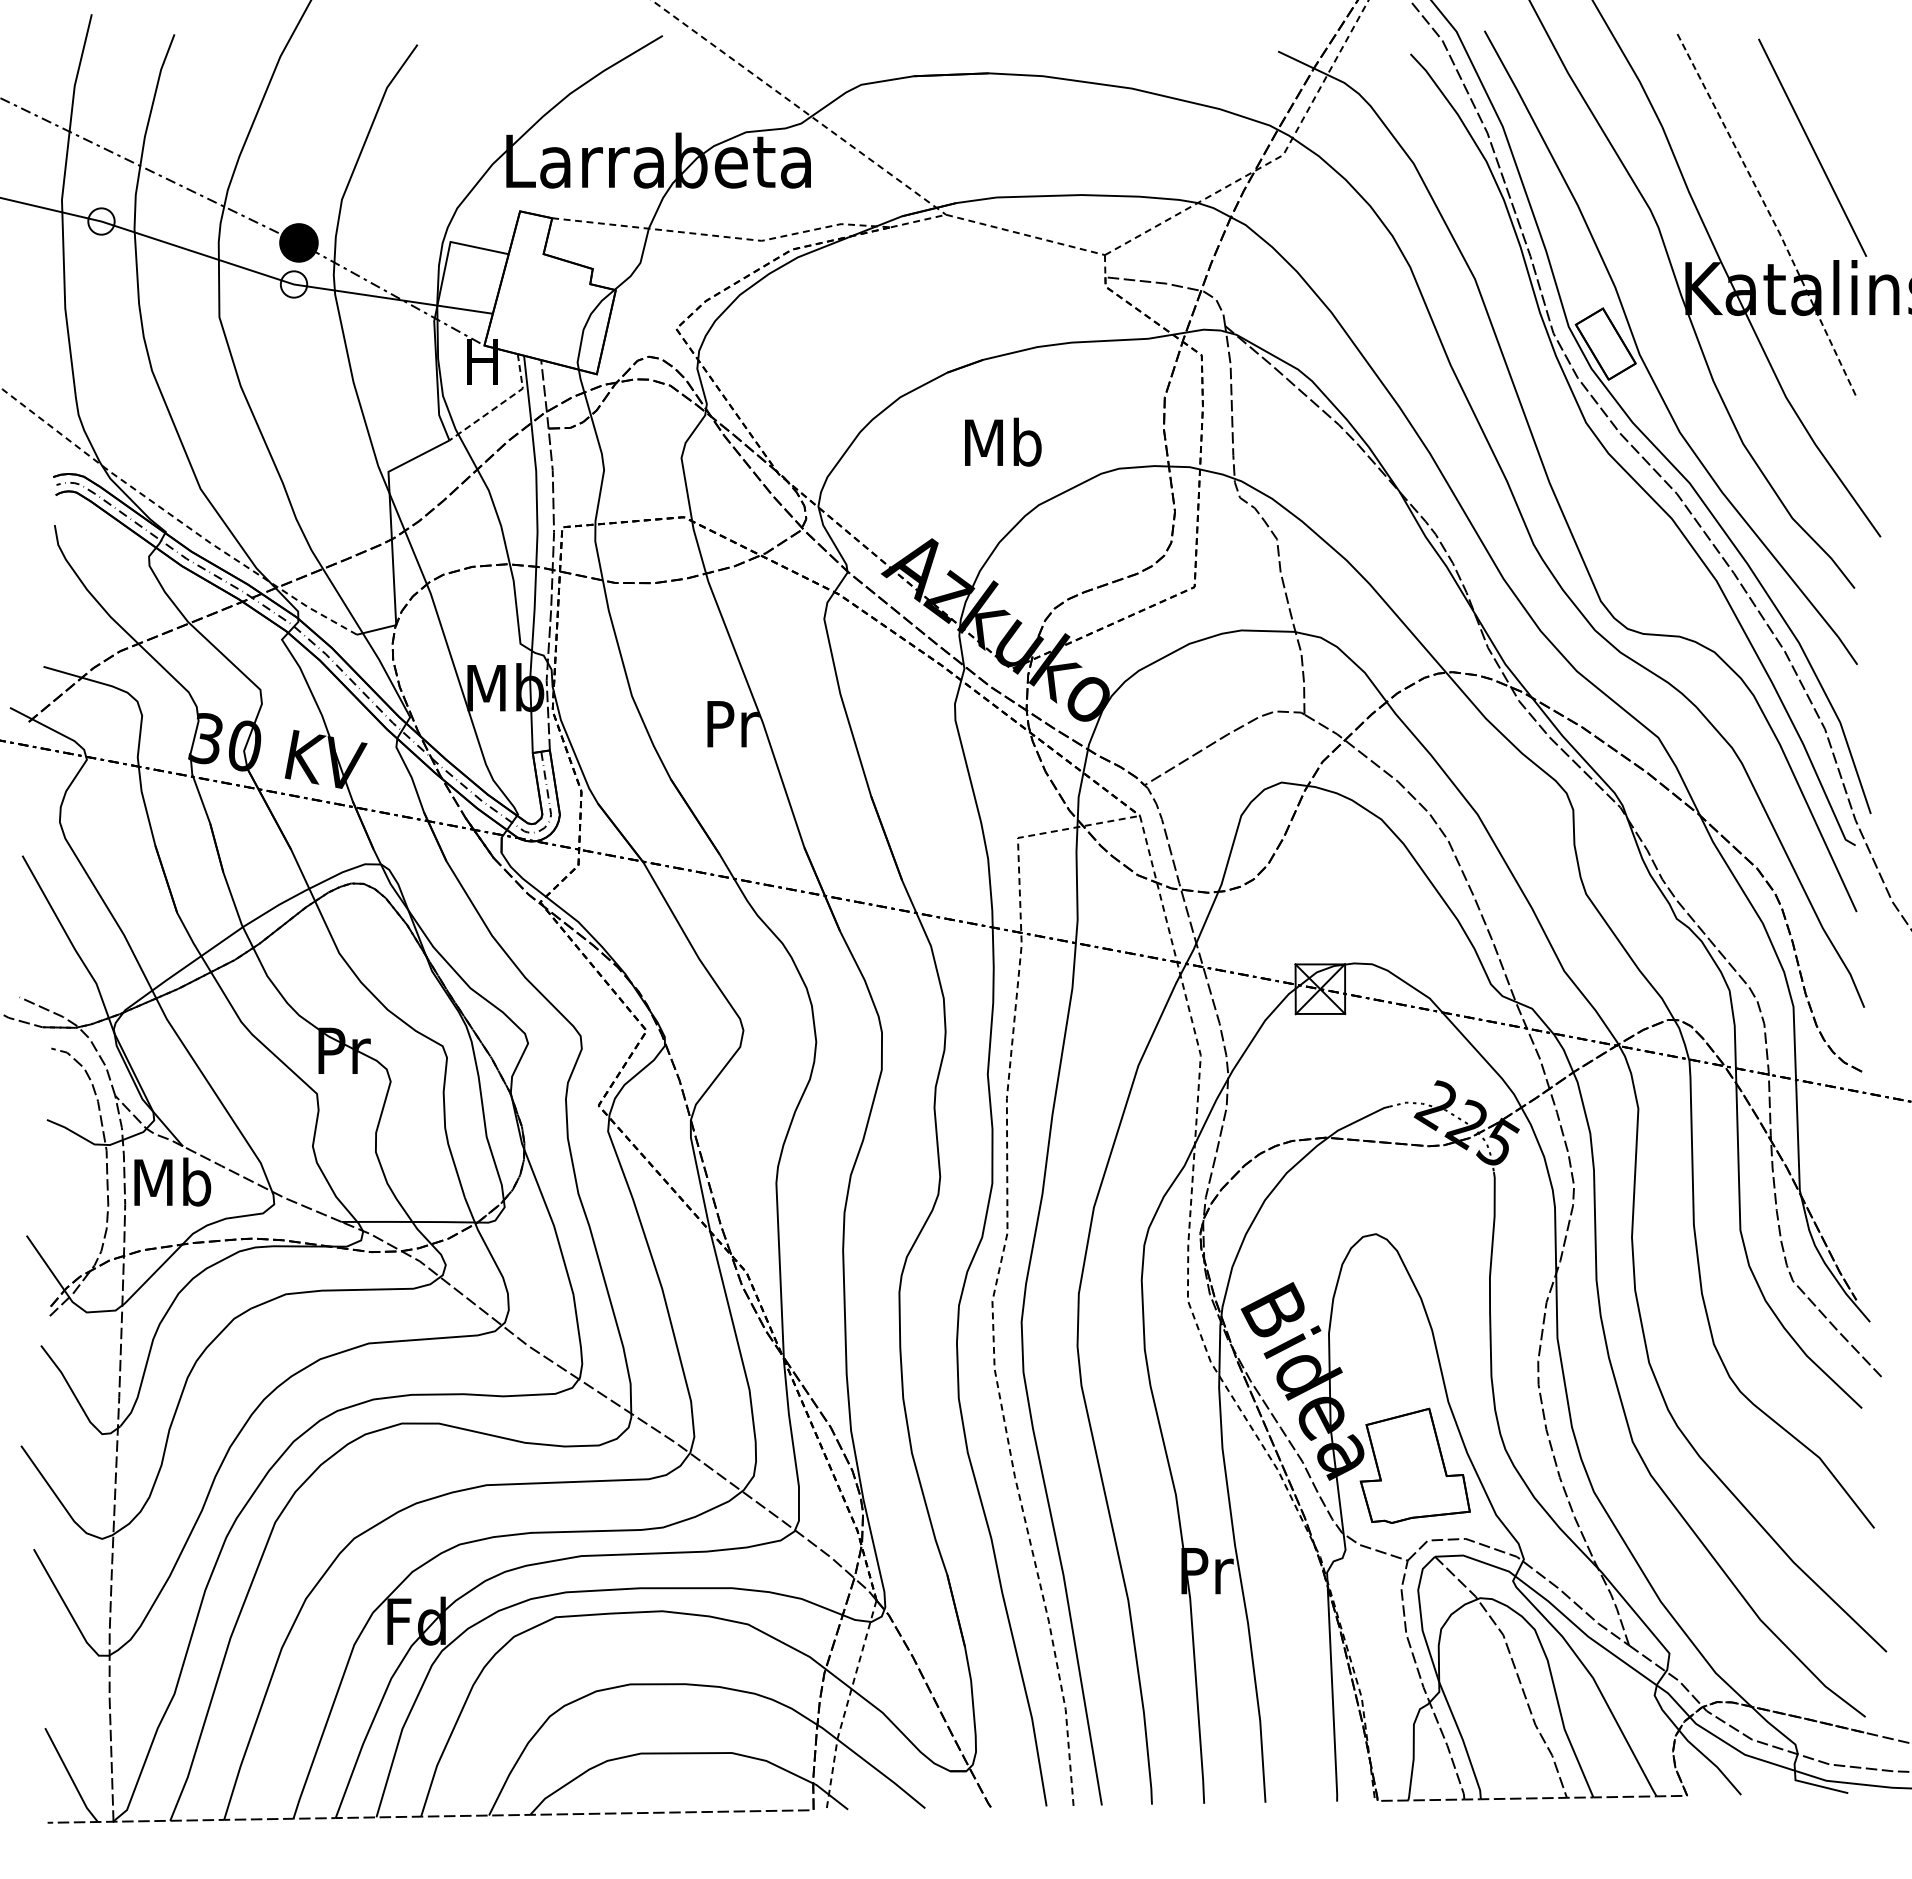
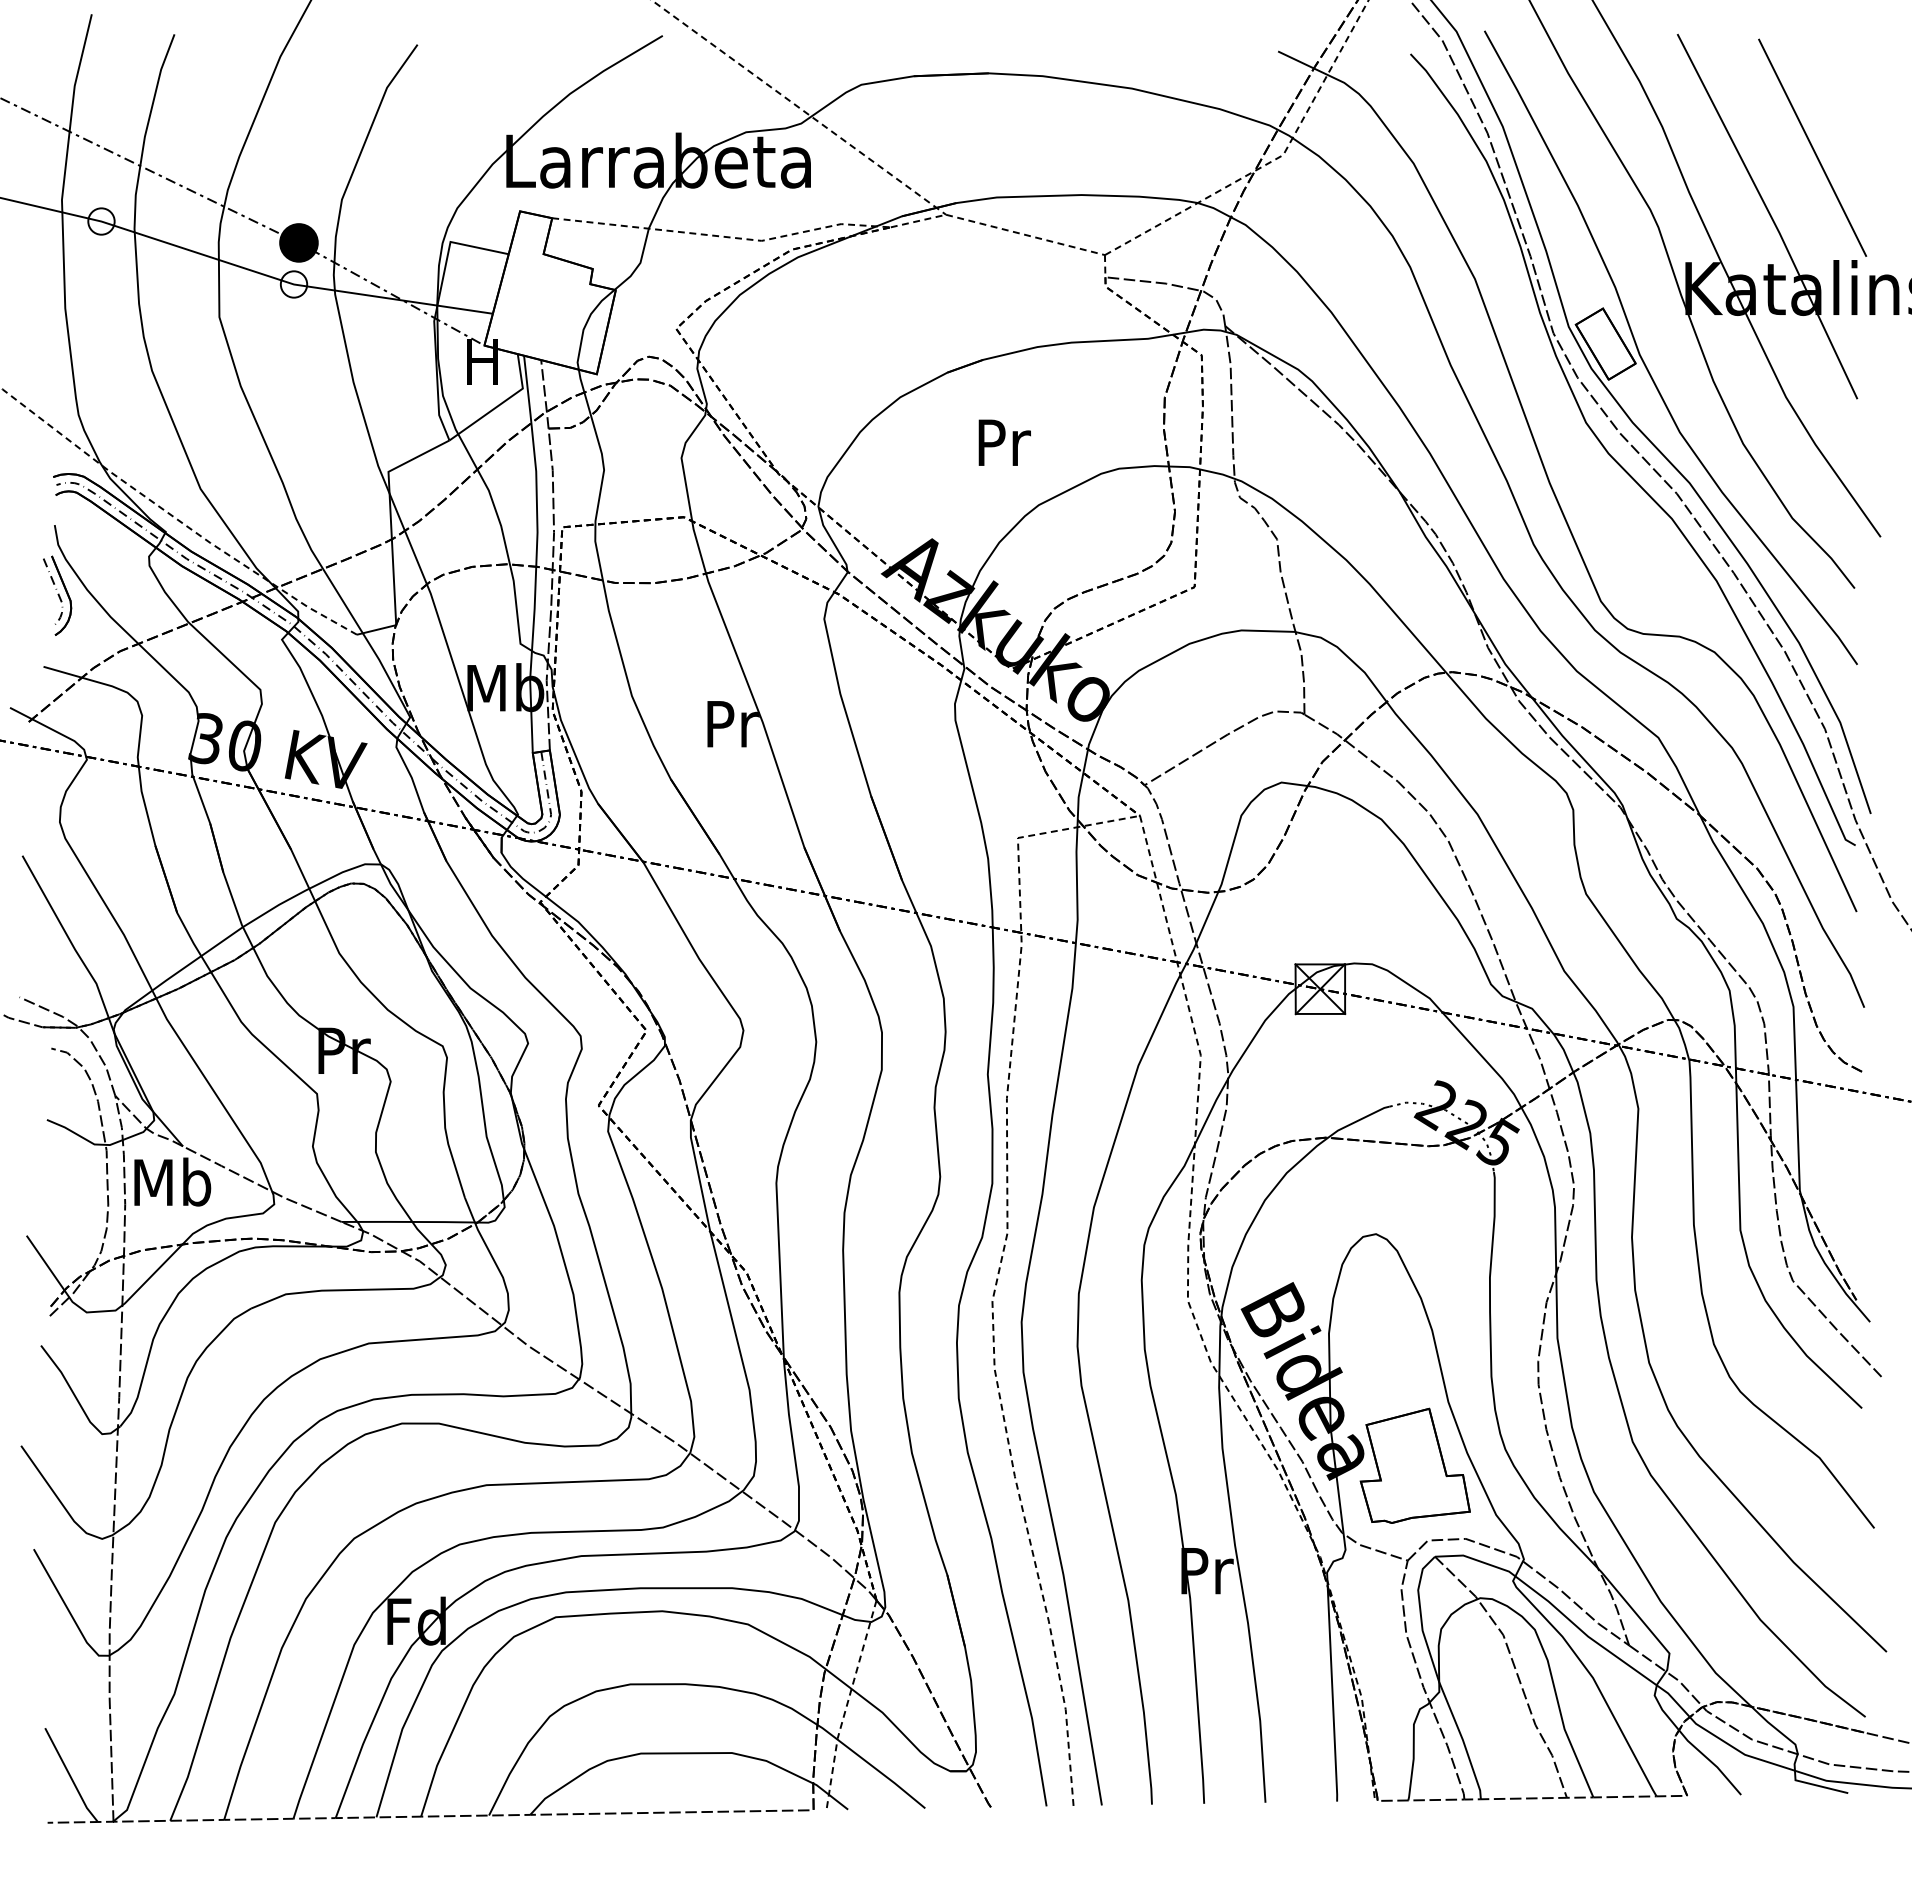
line at (1770, 216): dashed -> solid
line at (500, 404): dashed -> solid
text at (1003, 441): Mb -> Pr
part at (57, 595): none -> present
